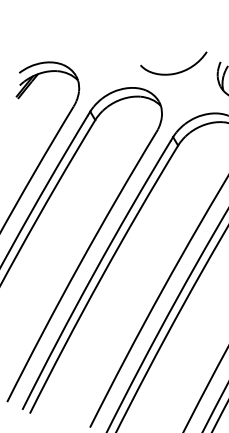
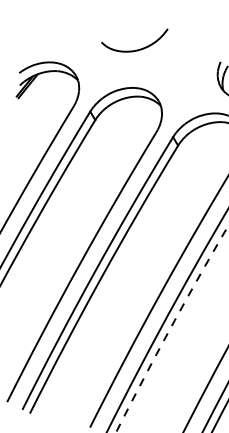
curve at (175, 72) position: (175, 72) -> (136, 49)
arc at (170, 327): solid -> dashed
